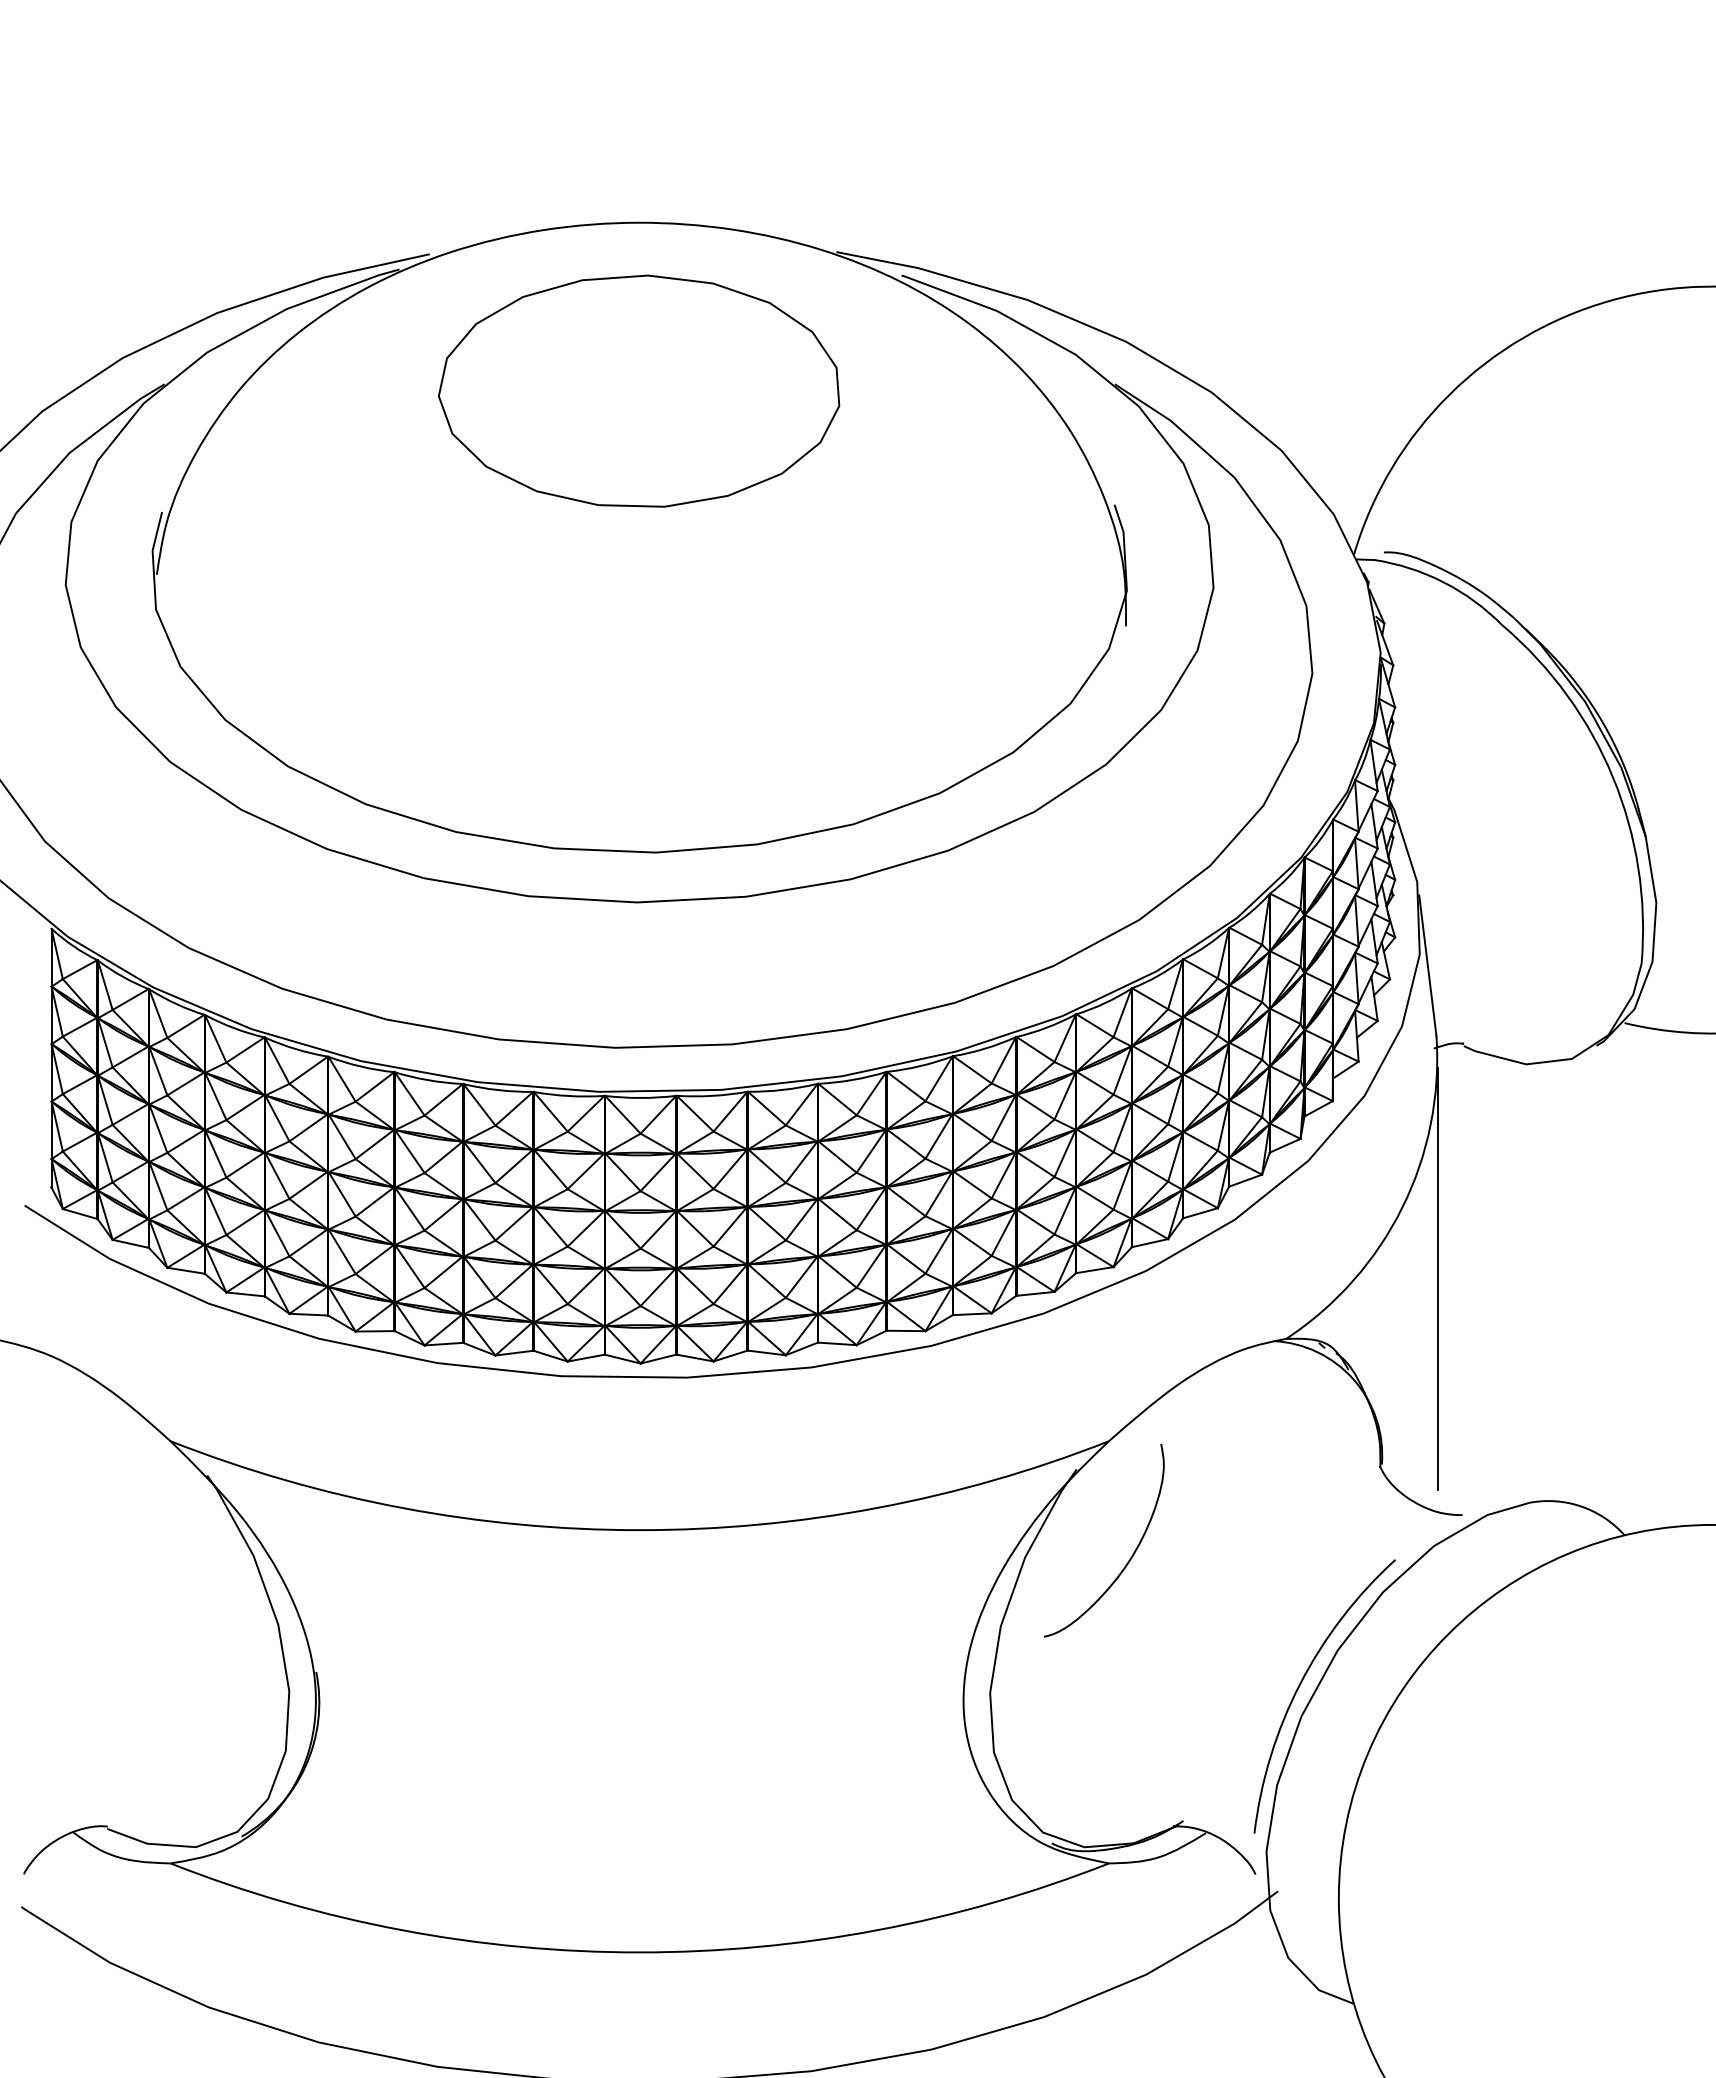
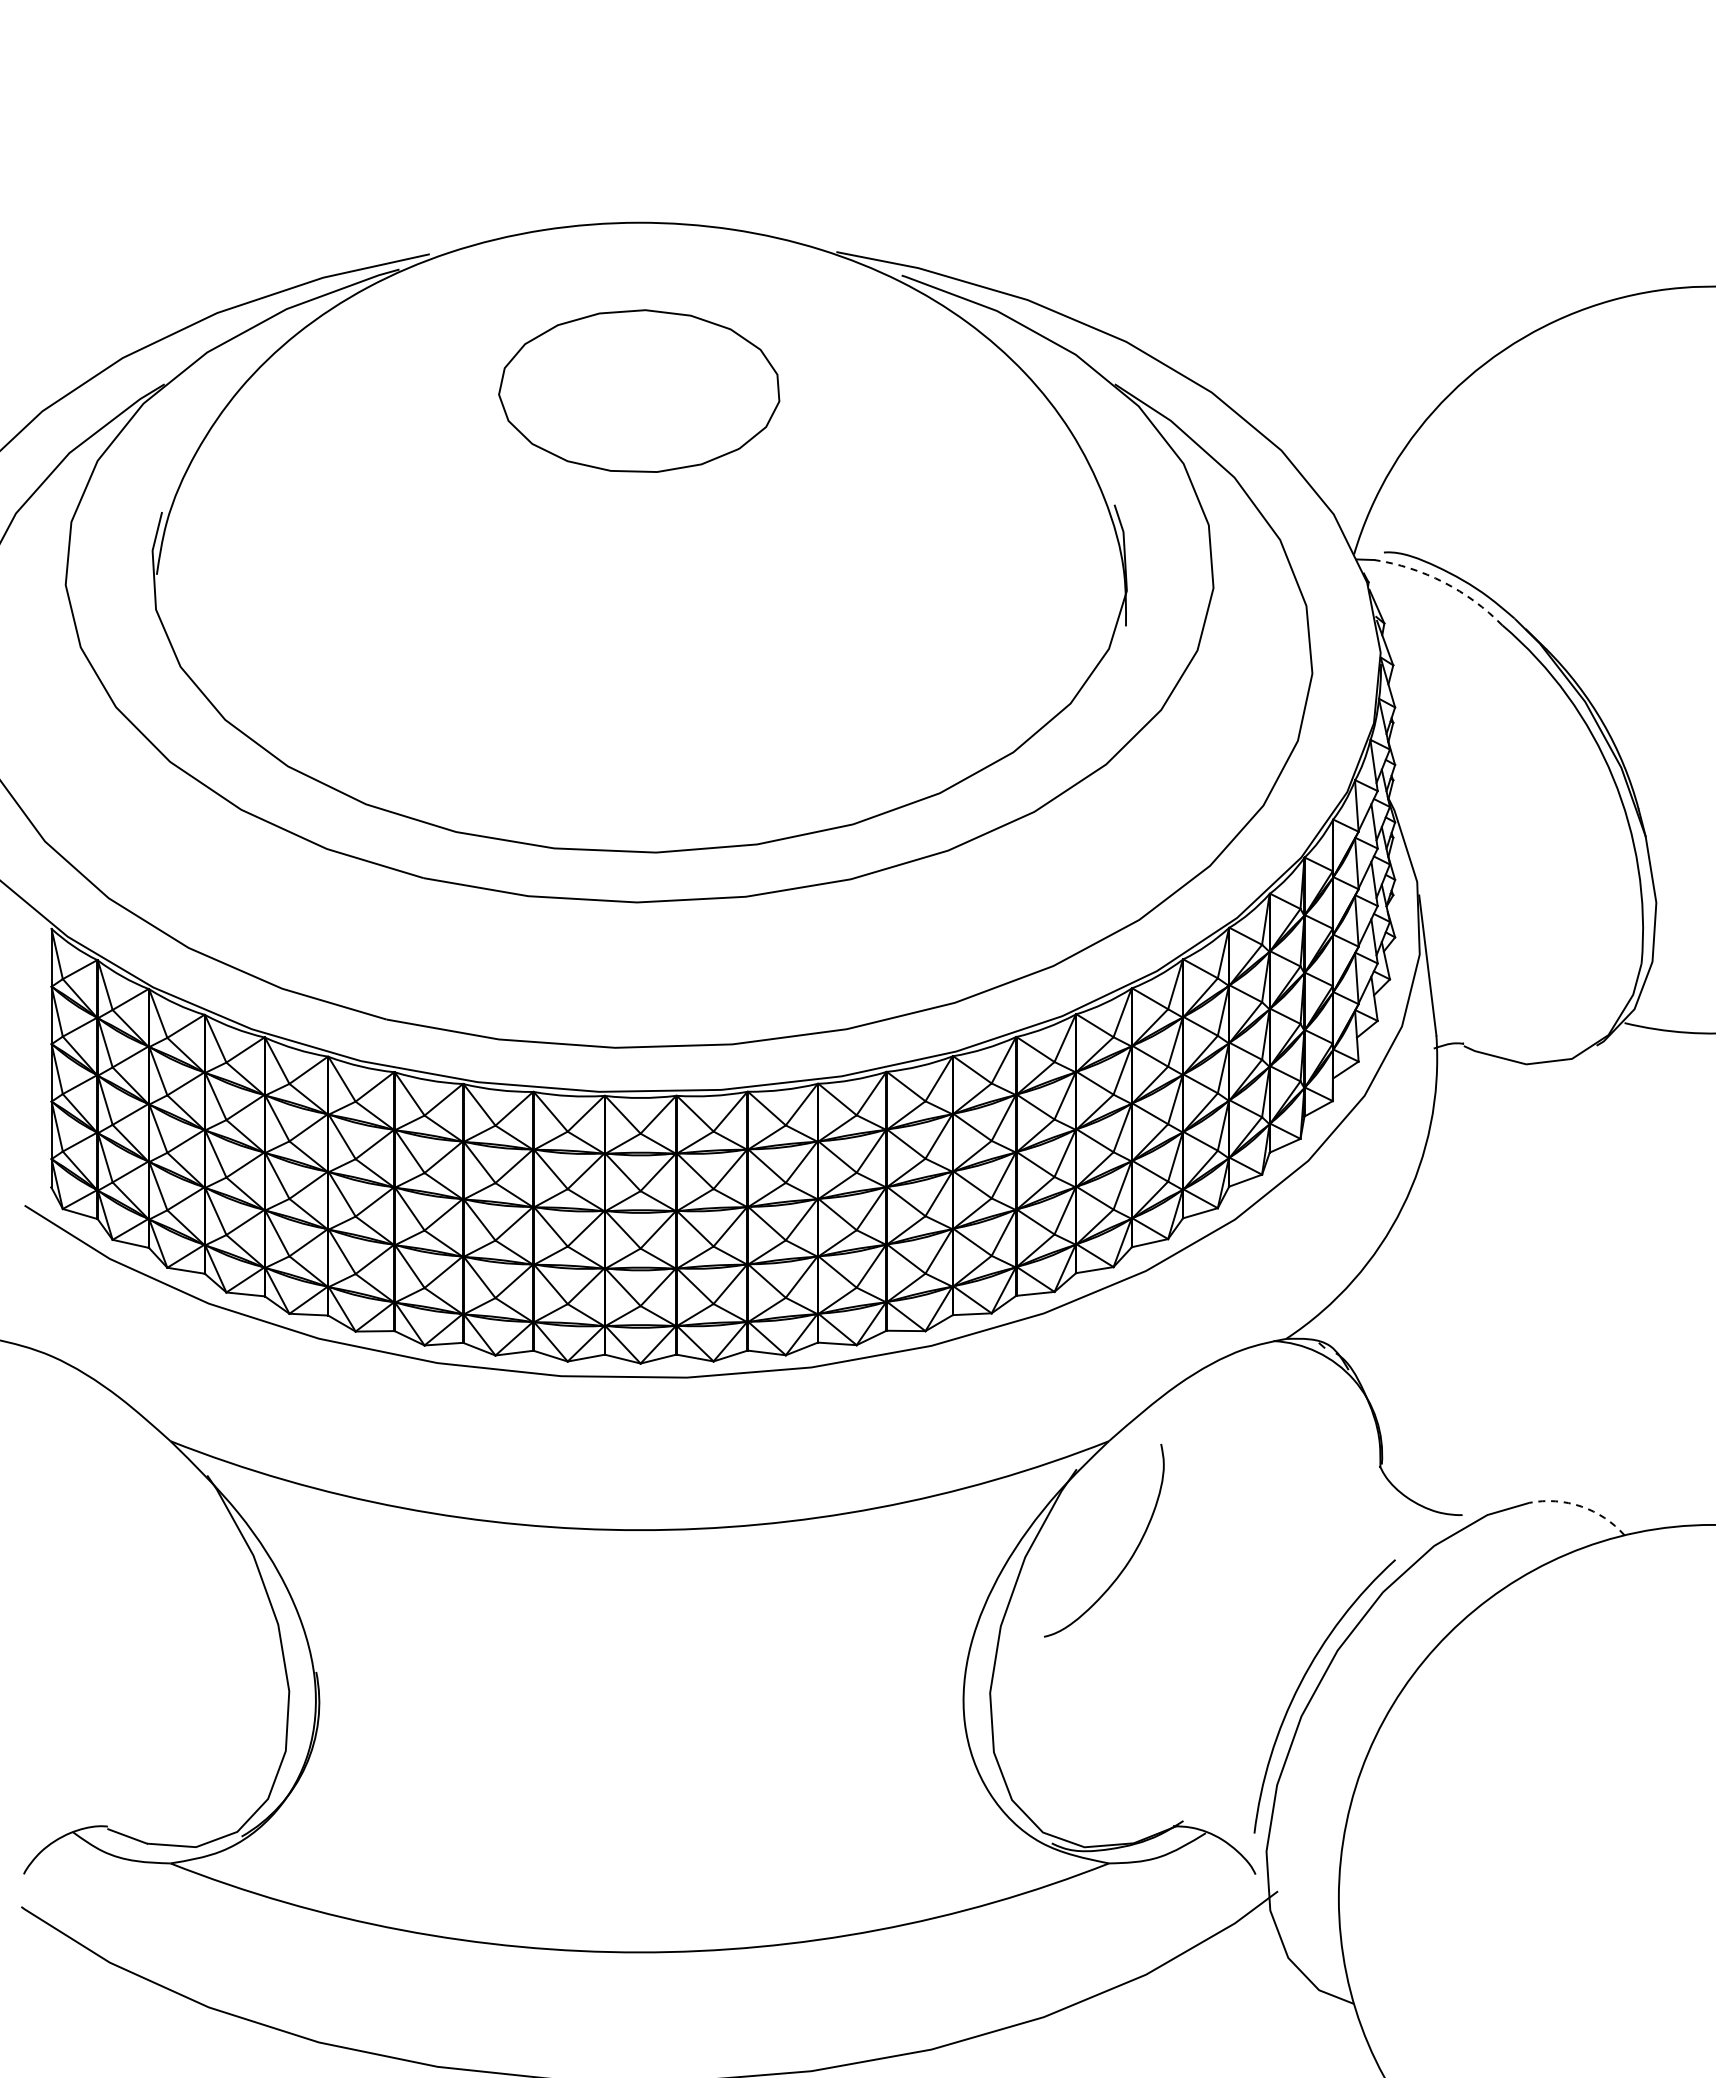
part at (639, 390) size: 403x234 px -> 283x164 px
arc at (1443, 582): solid -> dashed
line at (1438, 1279): present -> none
arc at (1581, 1506): solid -> dashed
